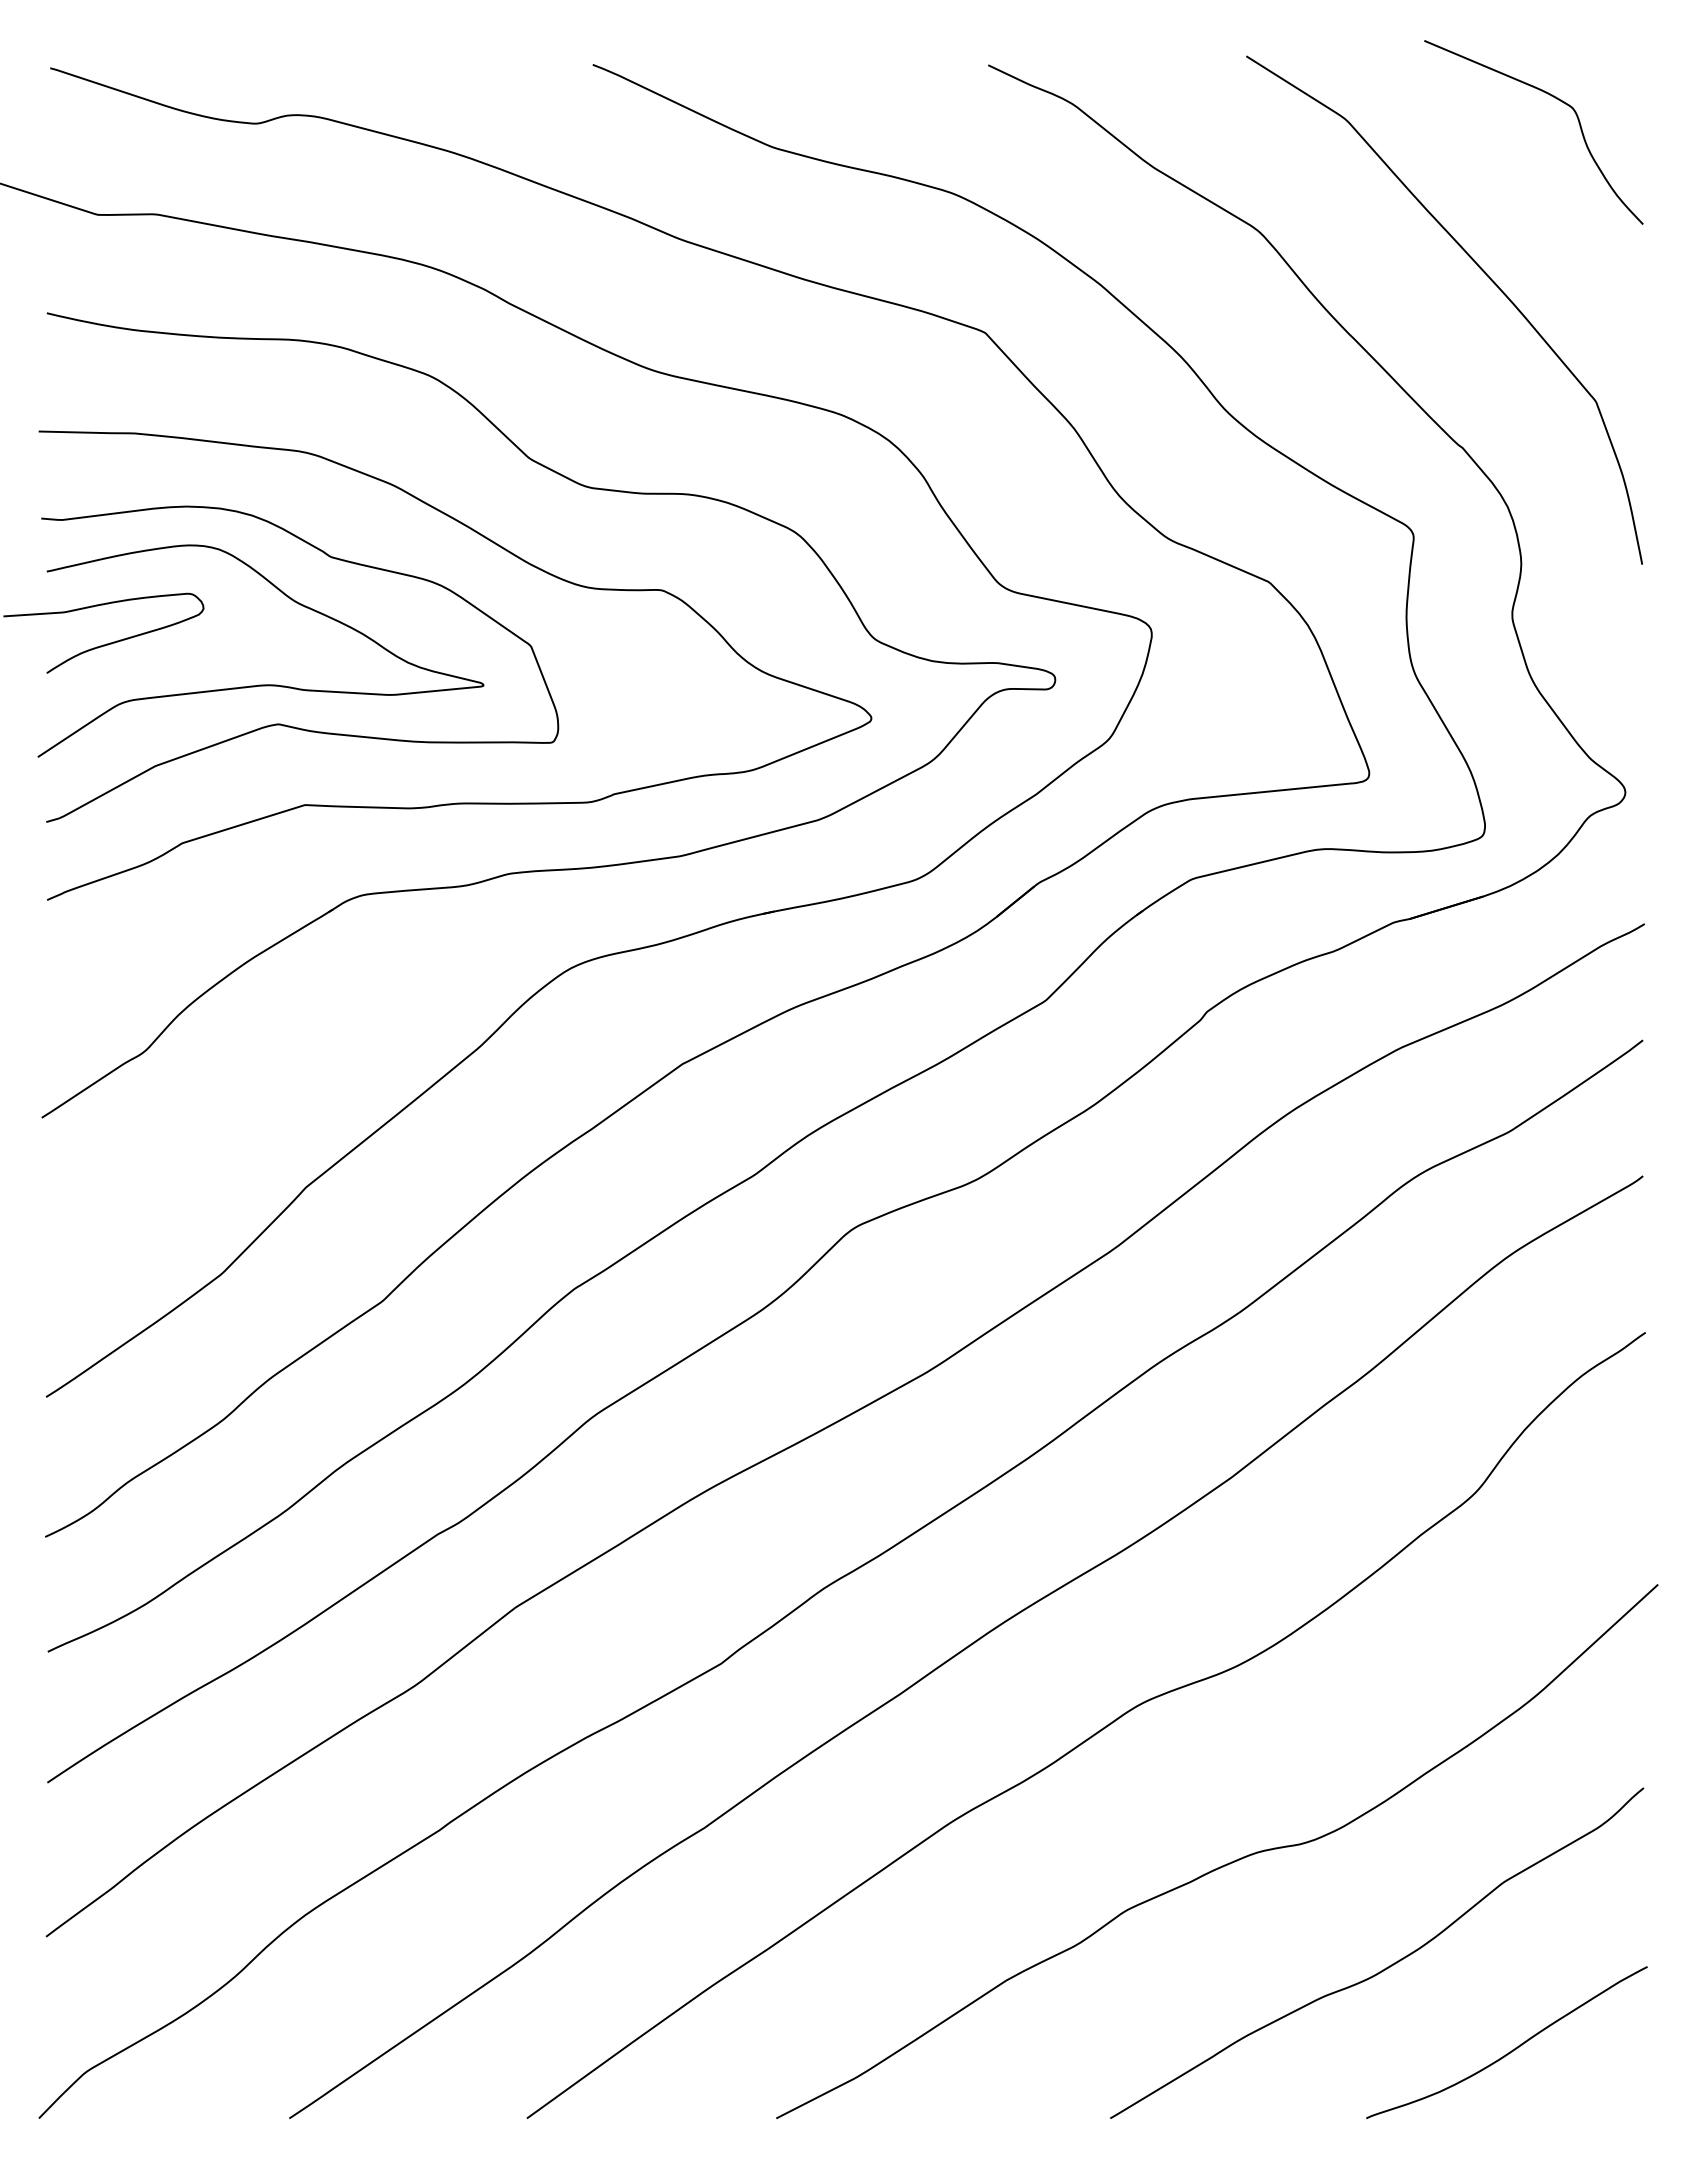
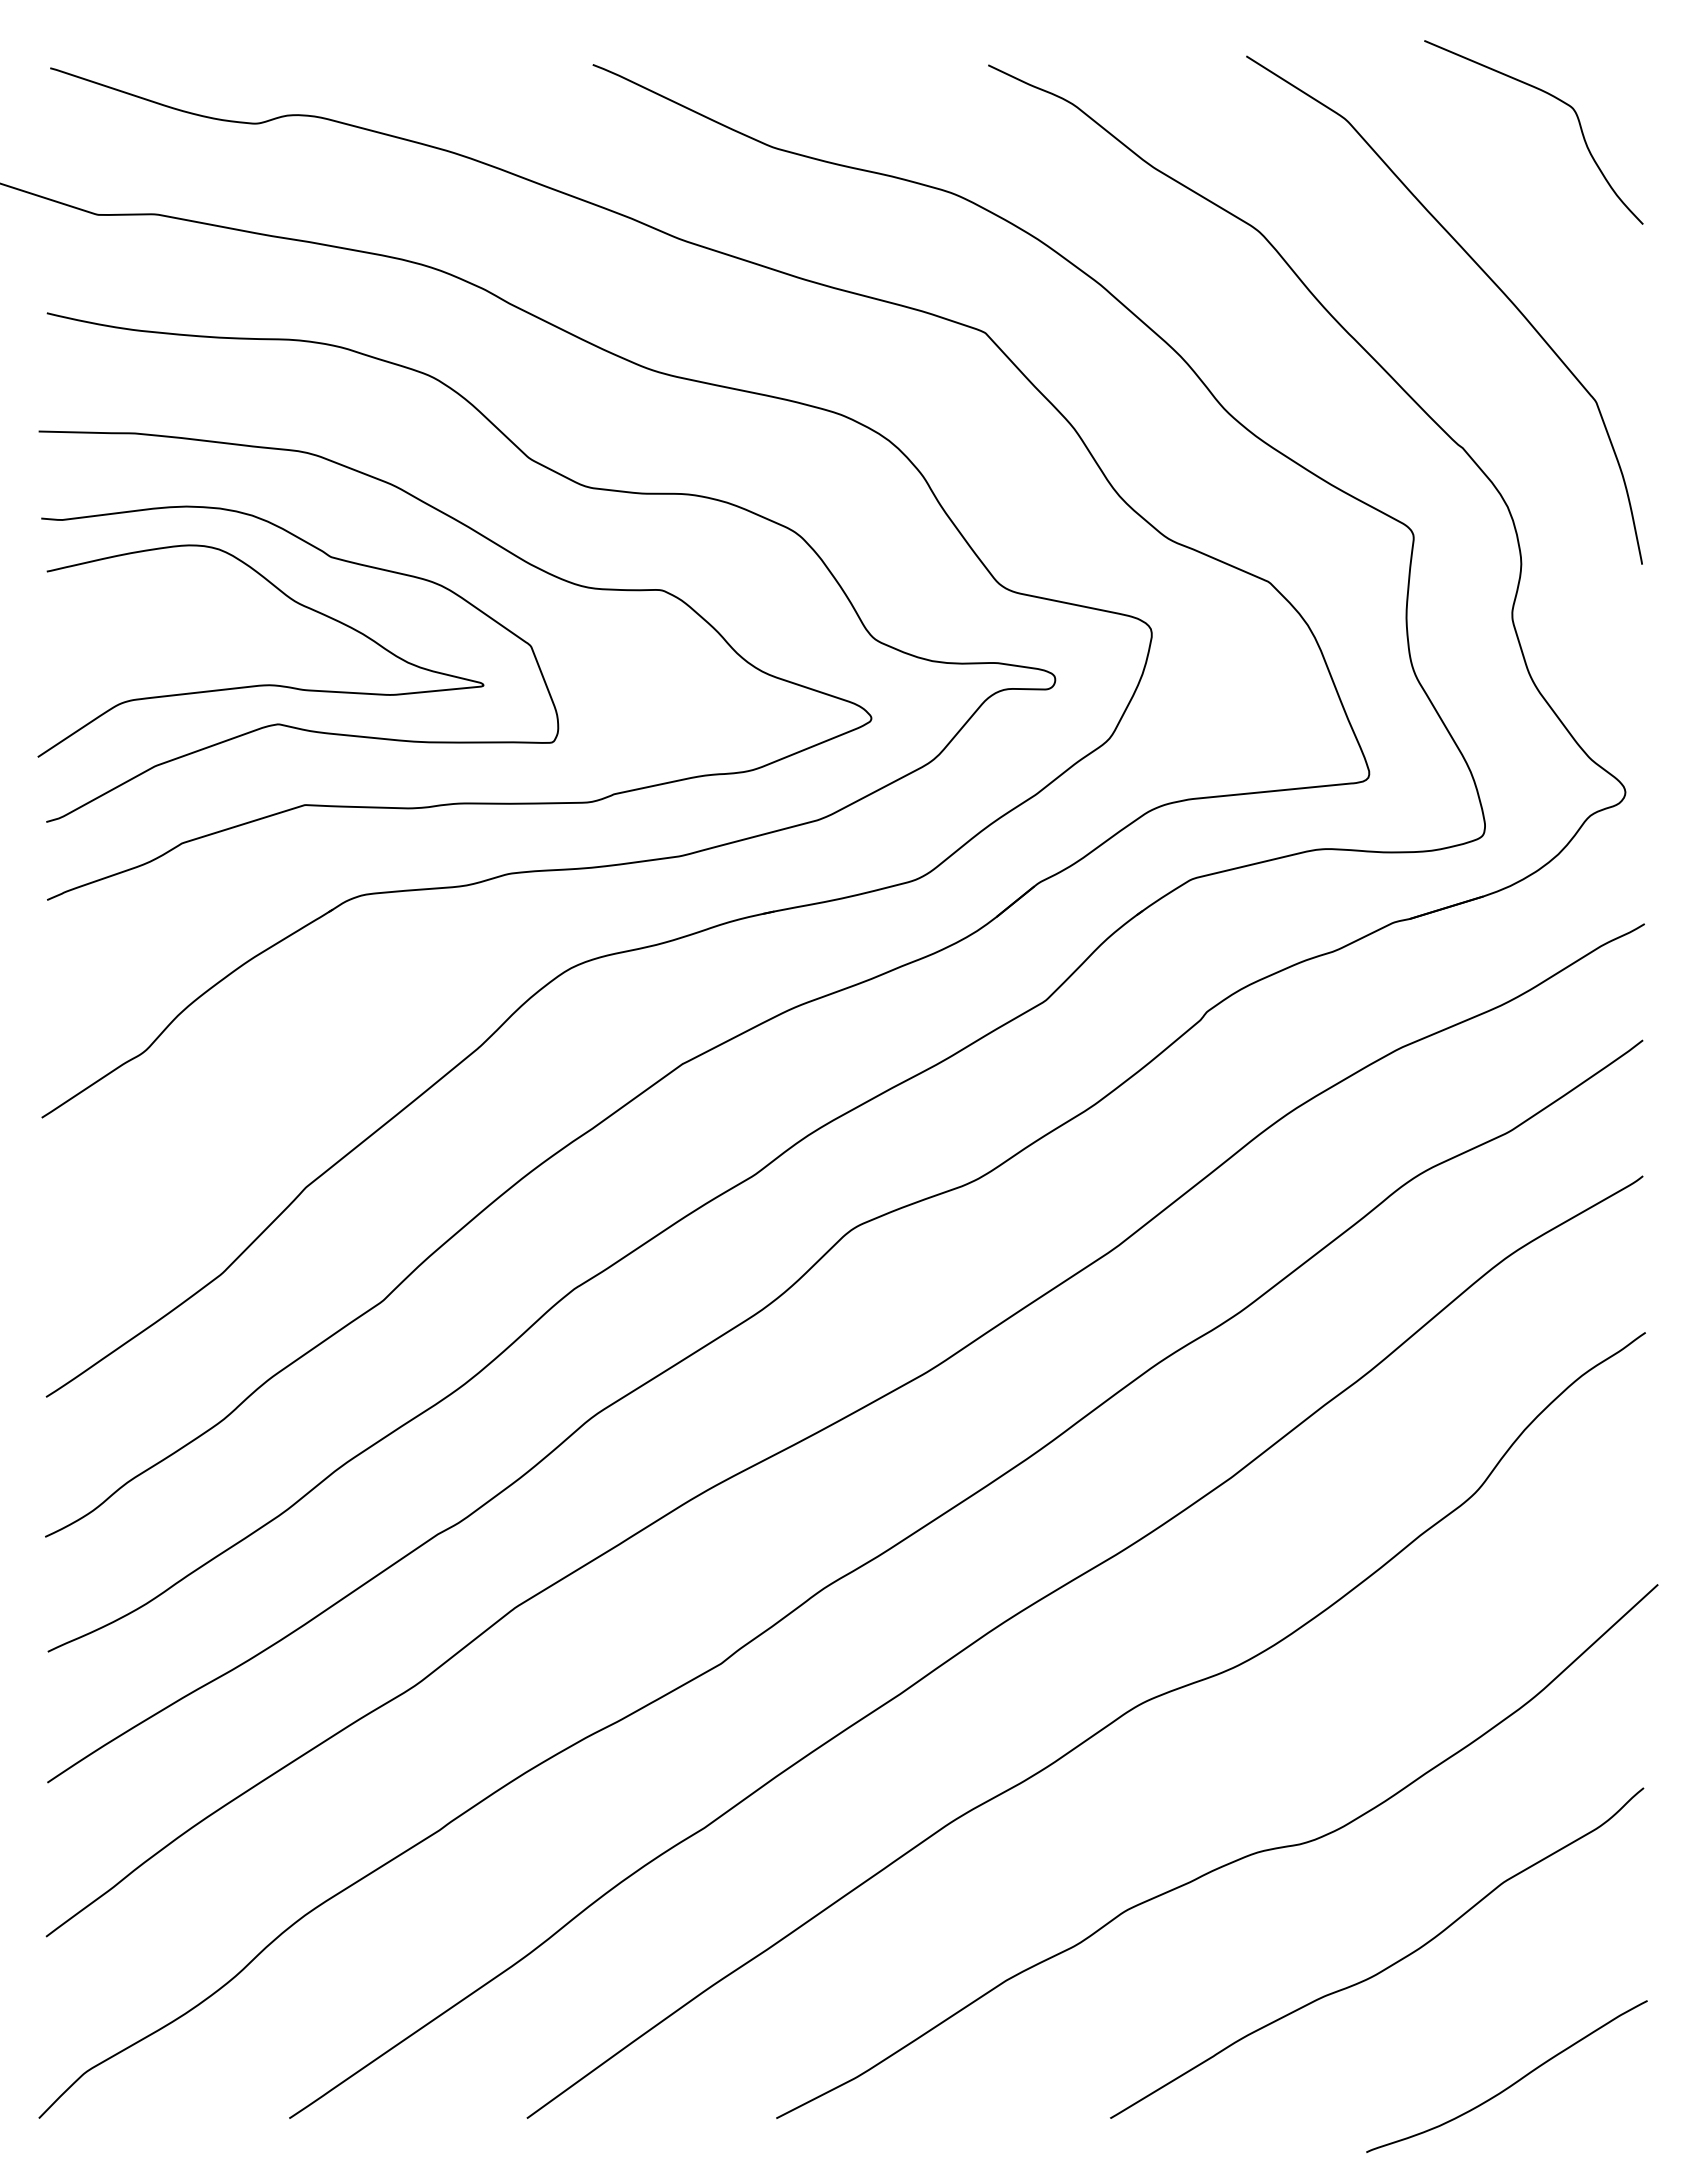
curve at (106, 643): present -> none
curve at (1512, 2049) position: (1512, 2049) -> (1512, 2083)
